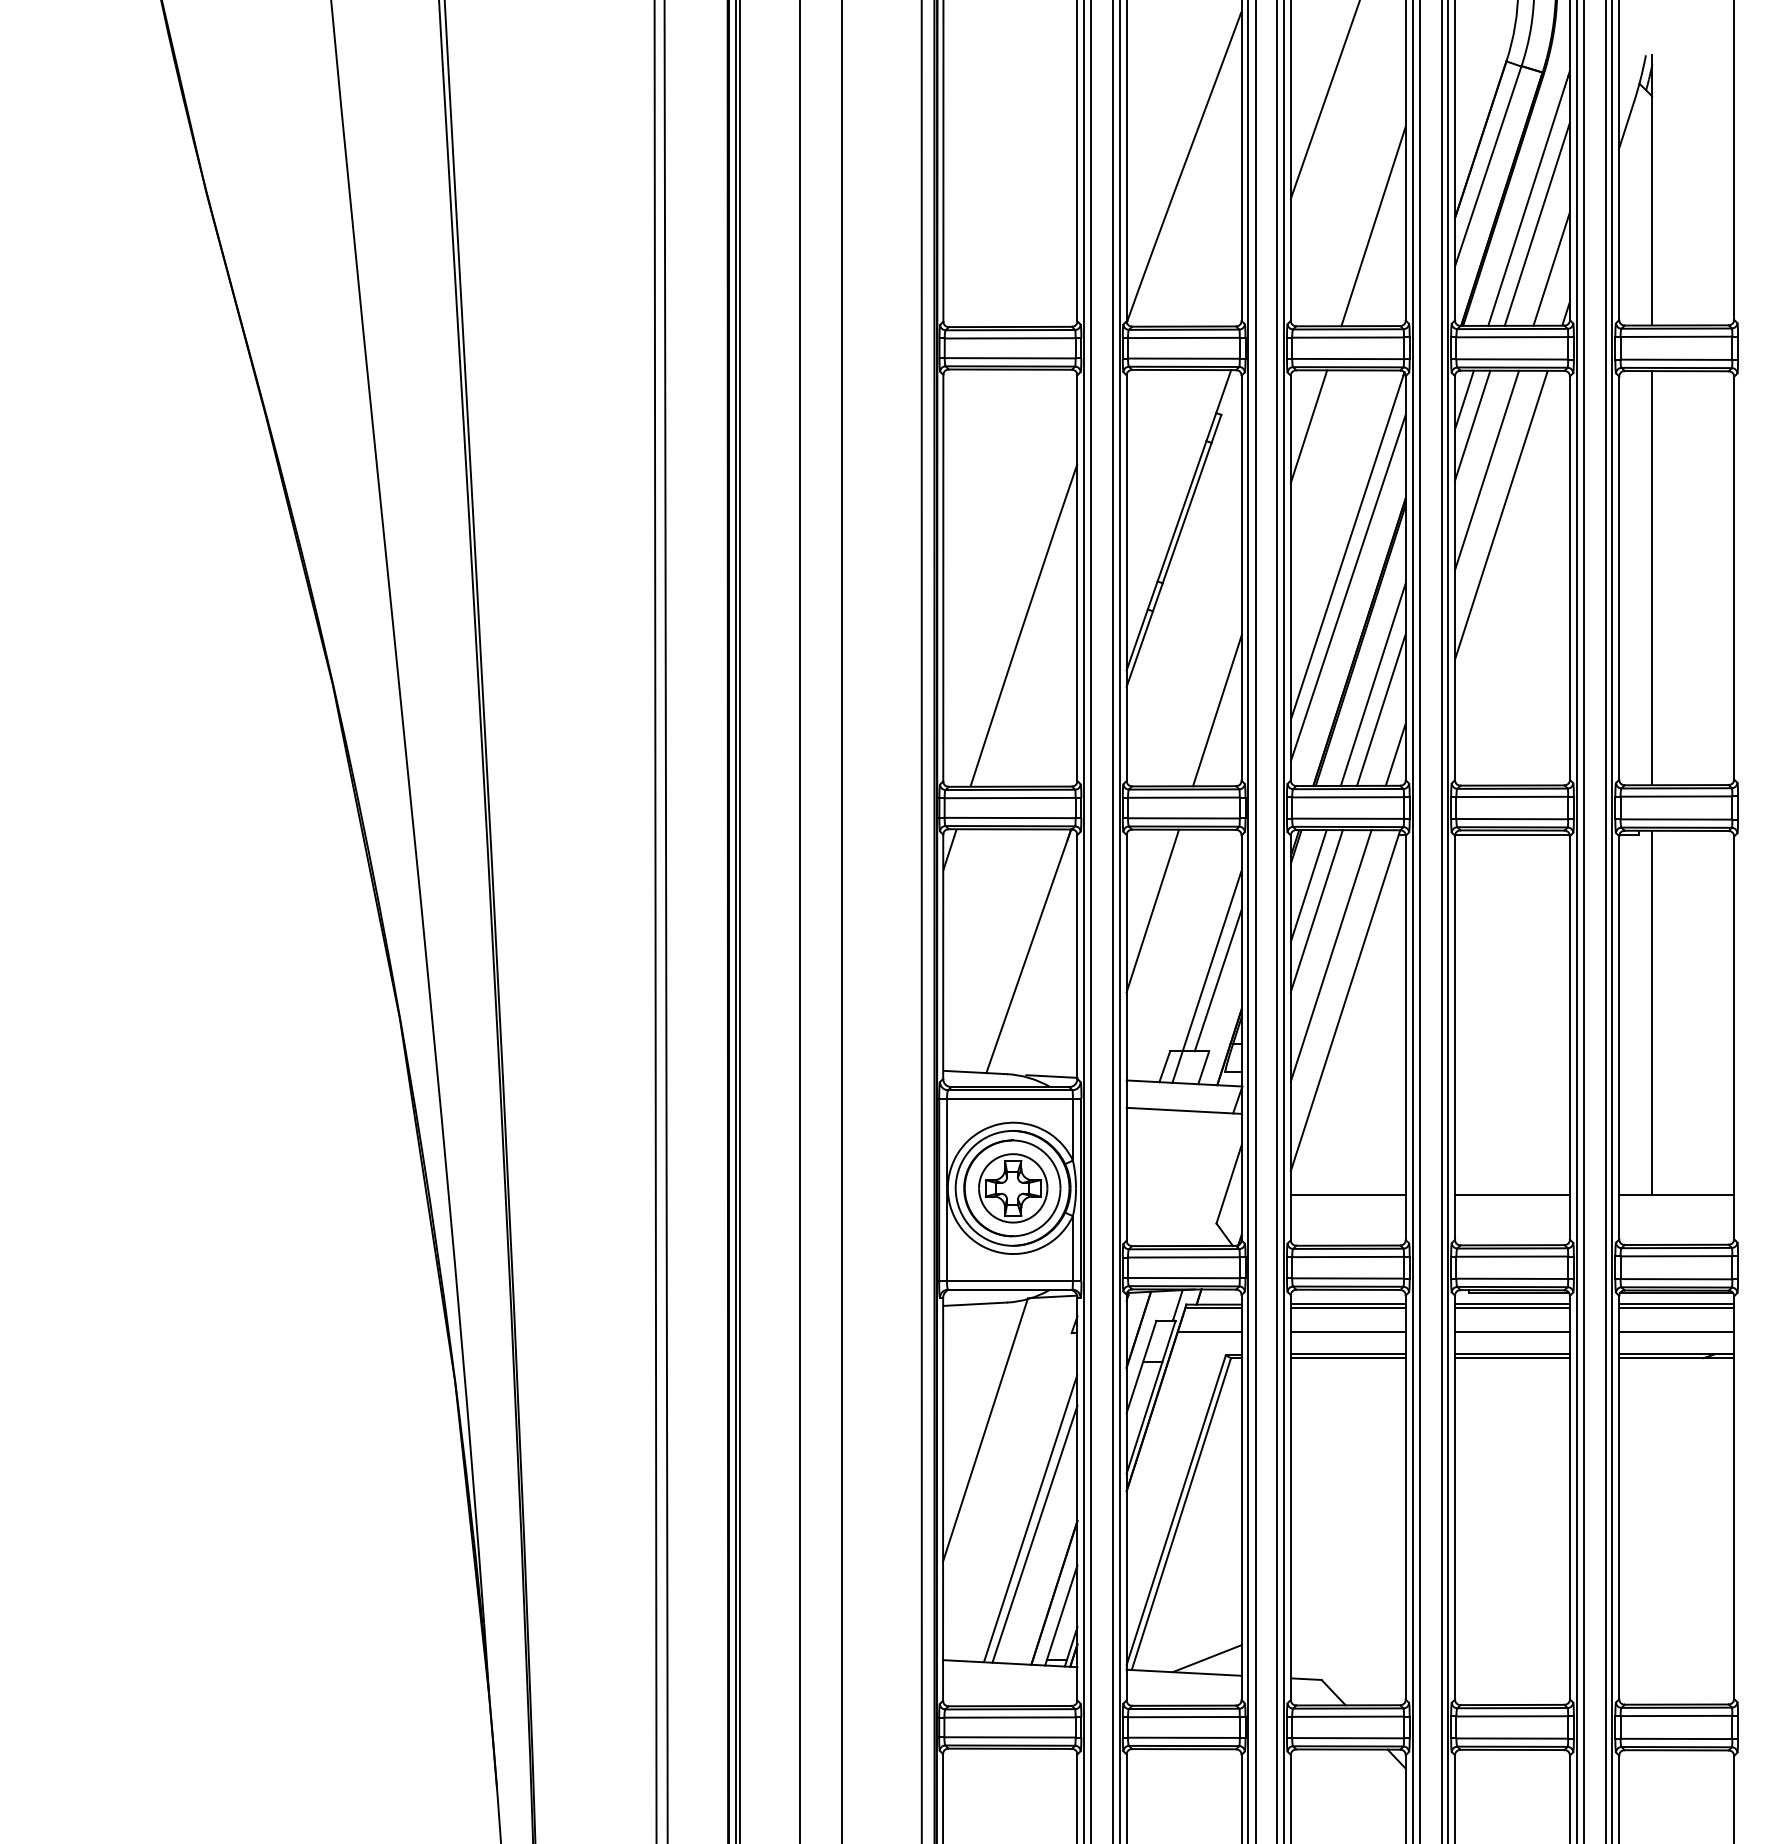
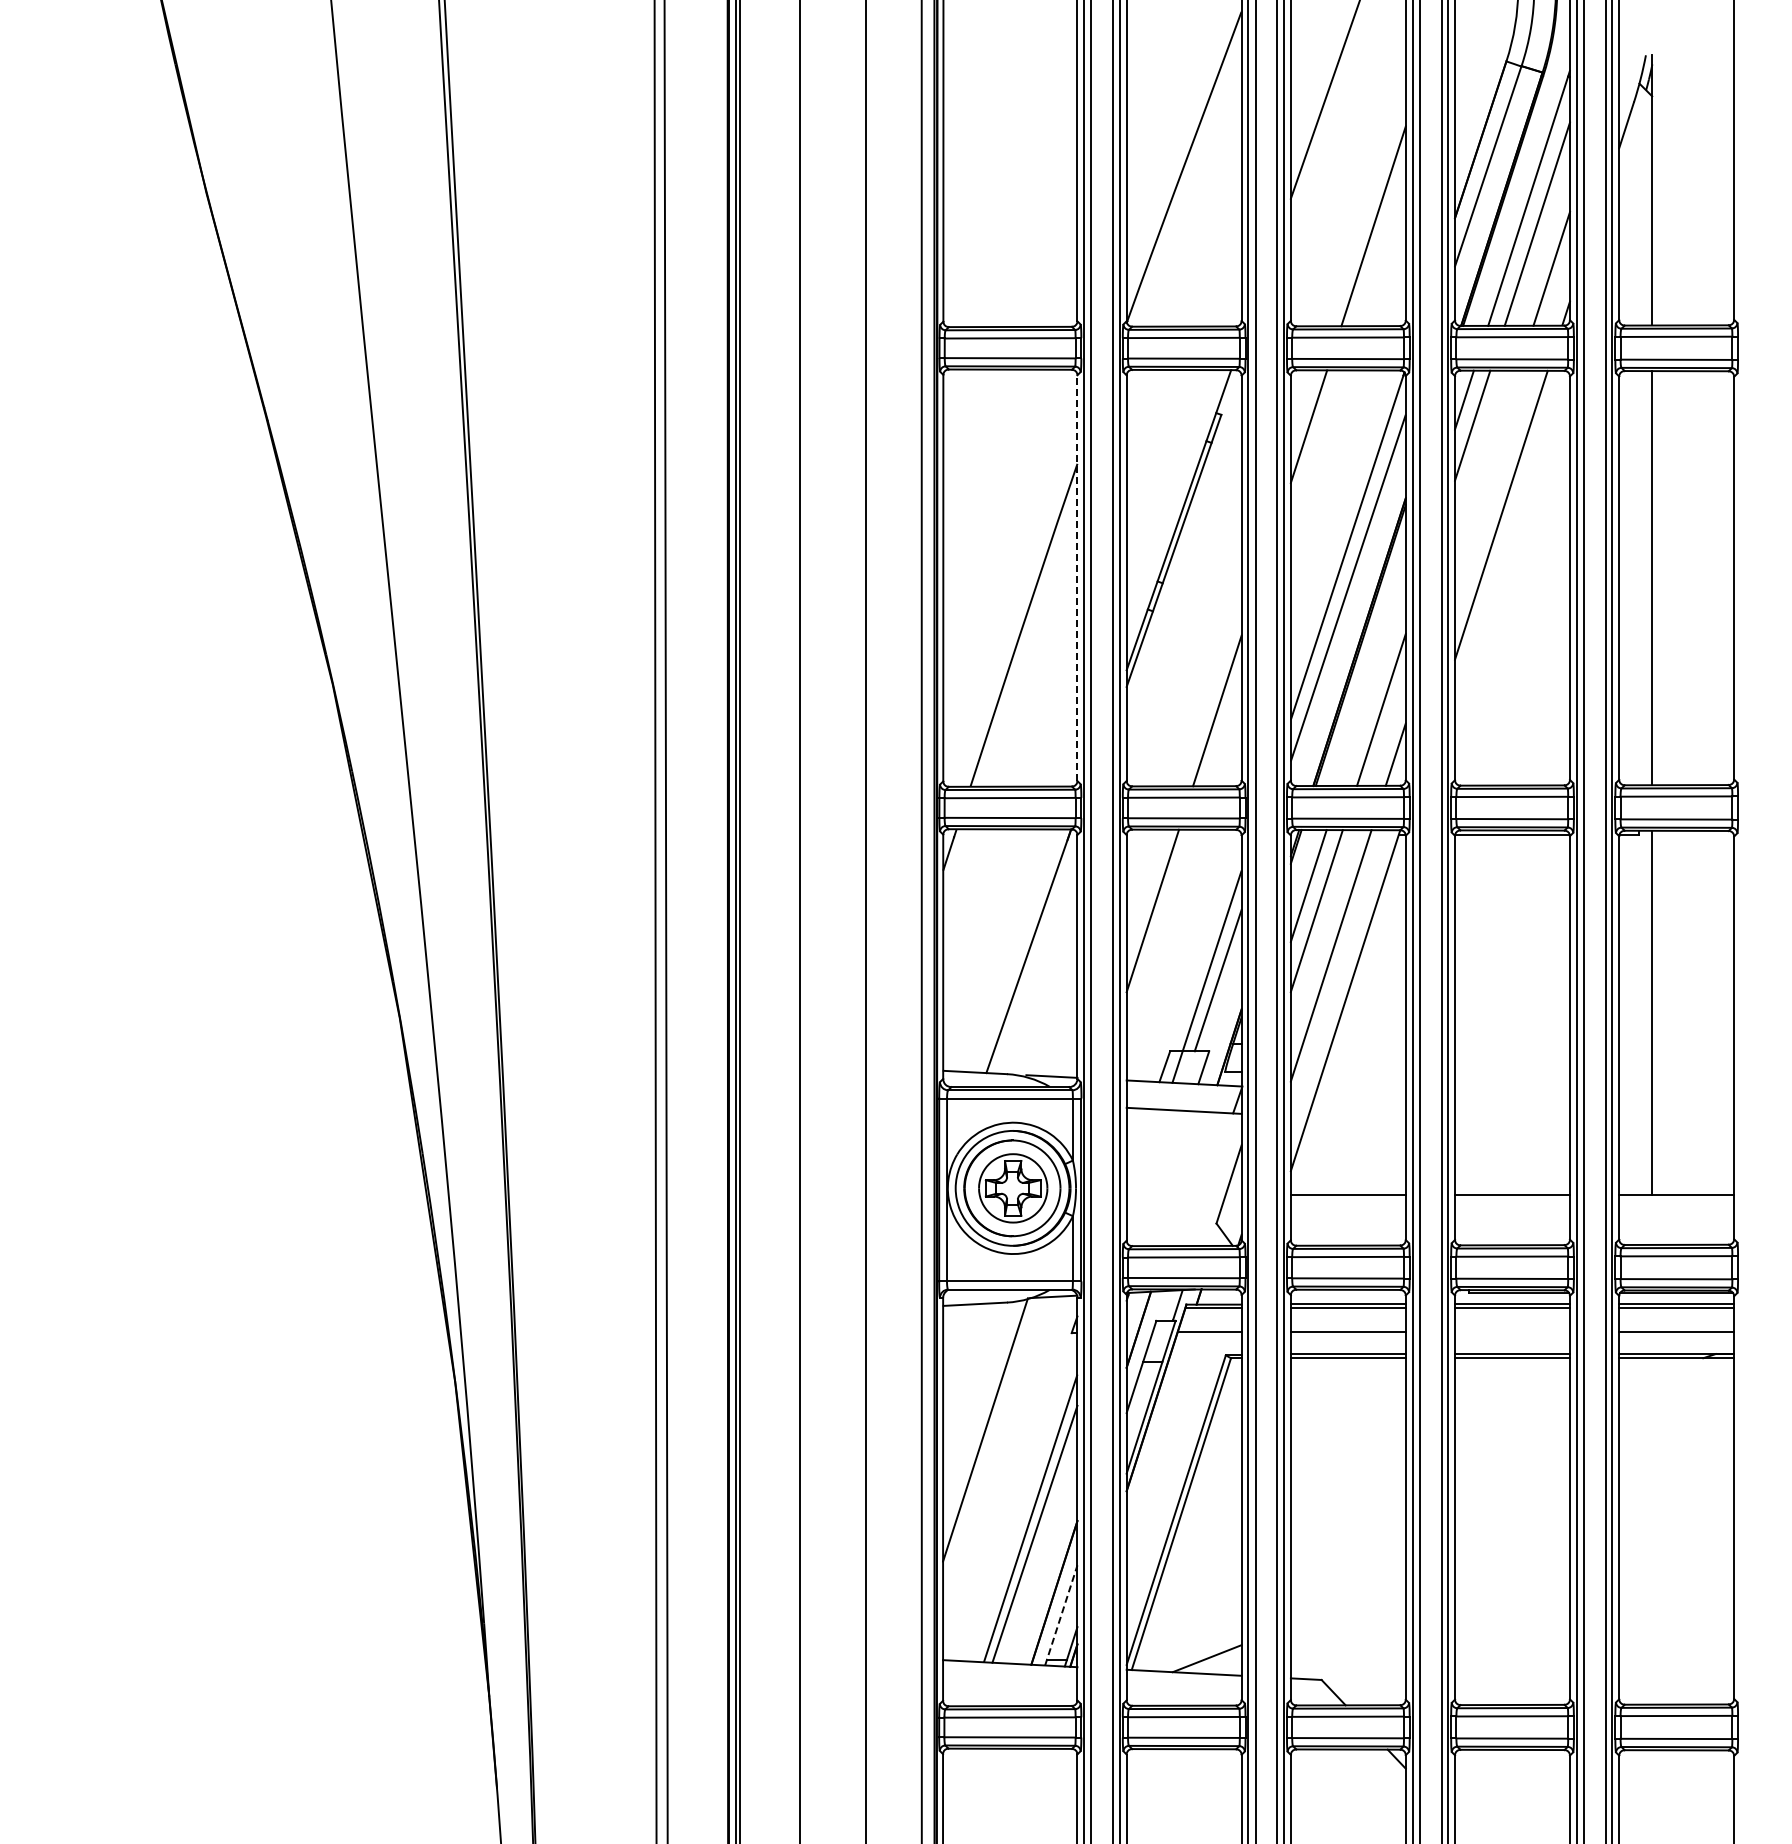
line at (1487, 470): present -> none
line at (1077, 578): solid -> dashed
line at (1372, 684): present -> none
line at (842, 921) position: (842, 921) -> (866, 921)
line at (1512, 1331): present -> none
line at (1061, 1615): solid -> dashed
